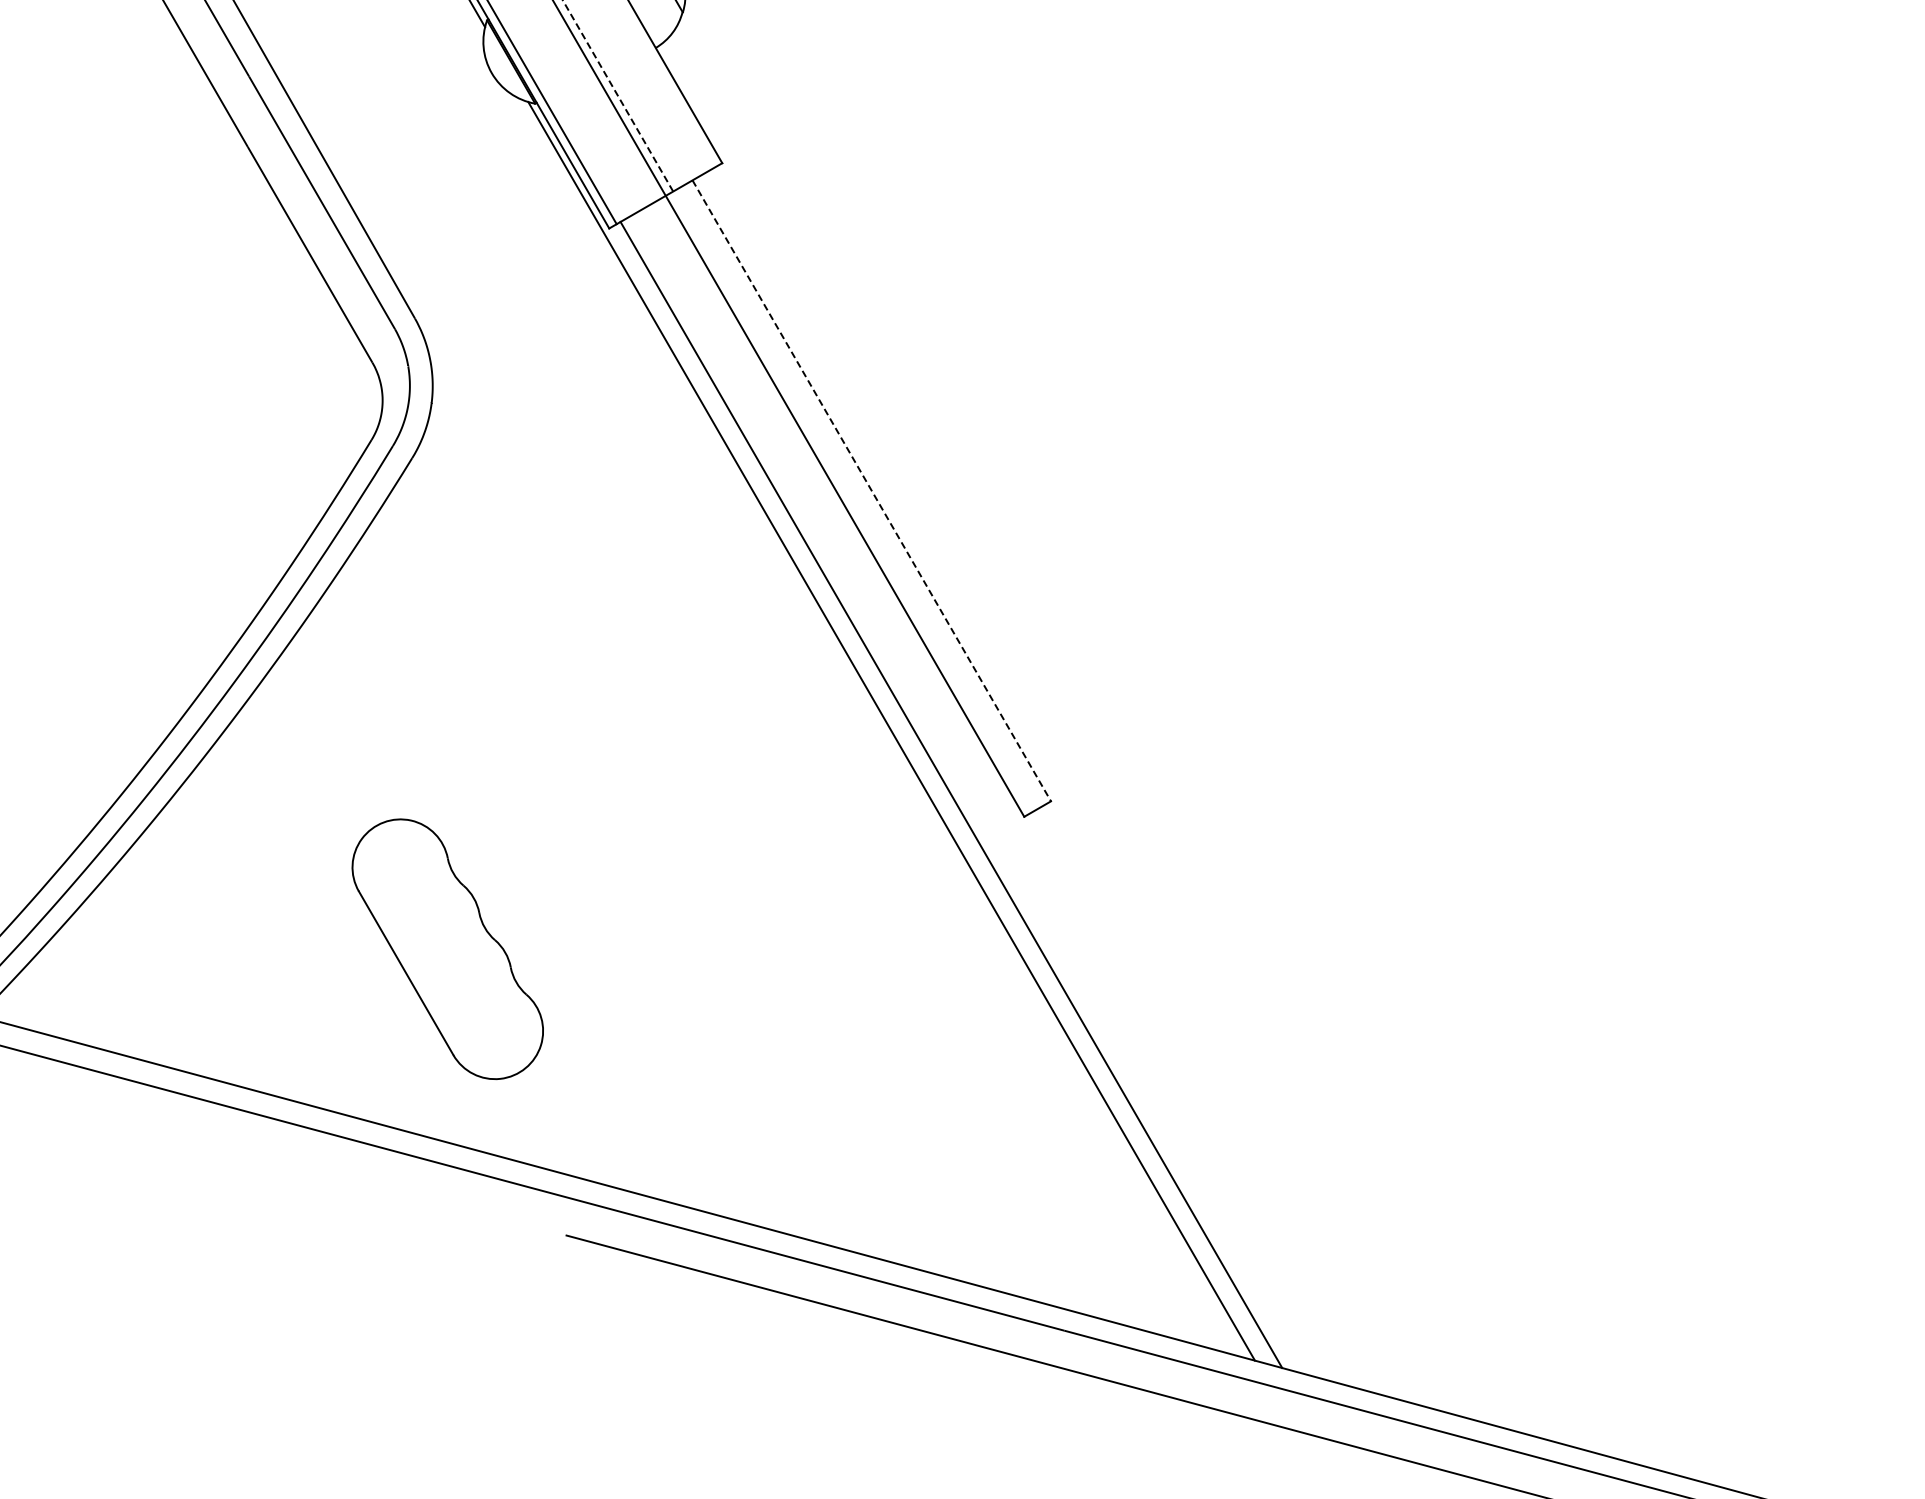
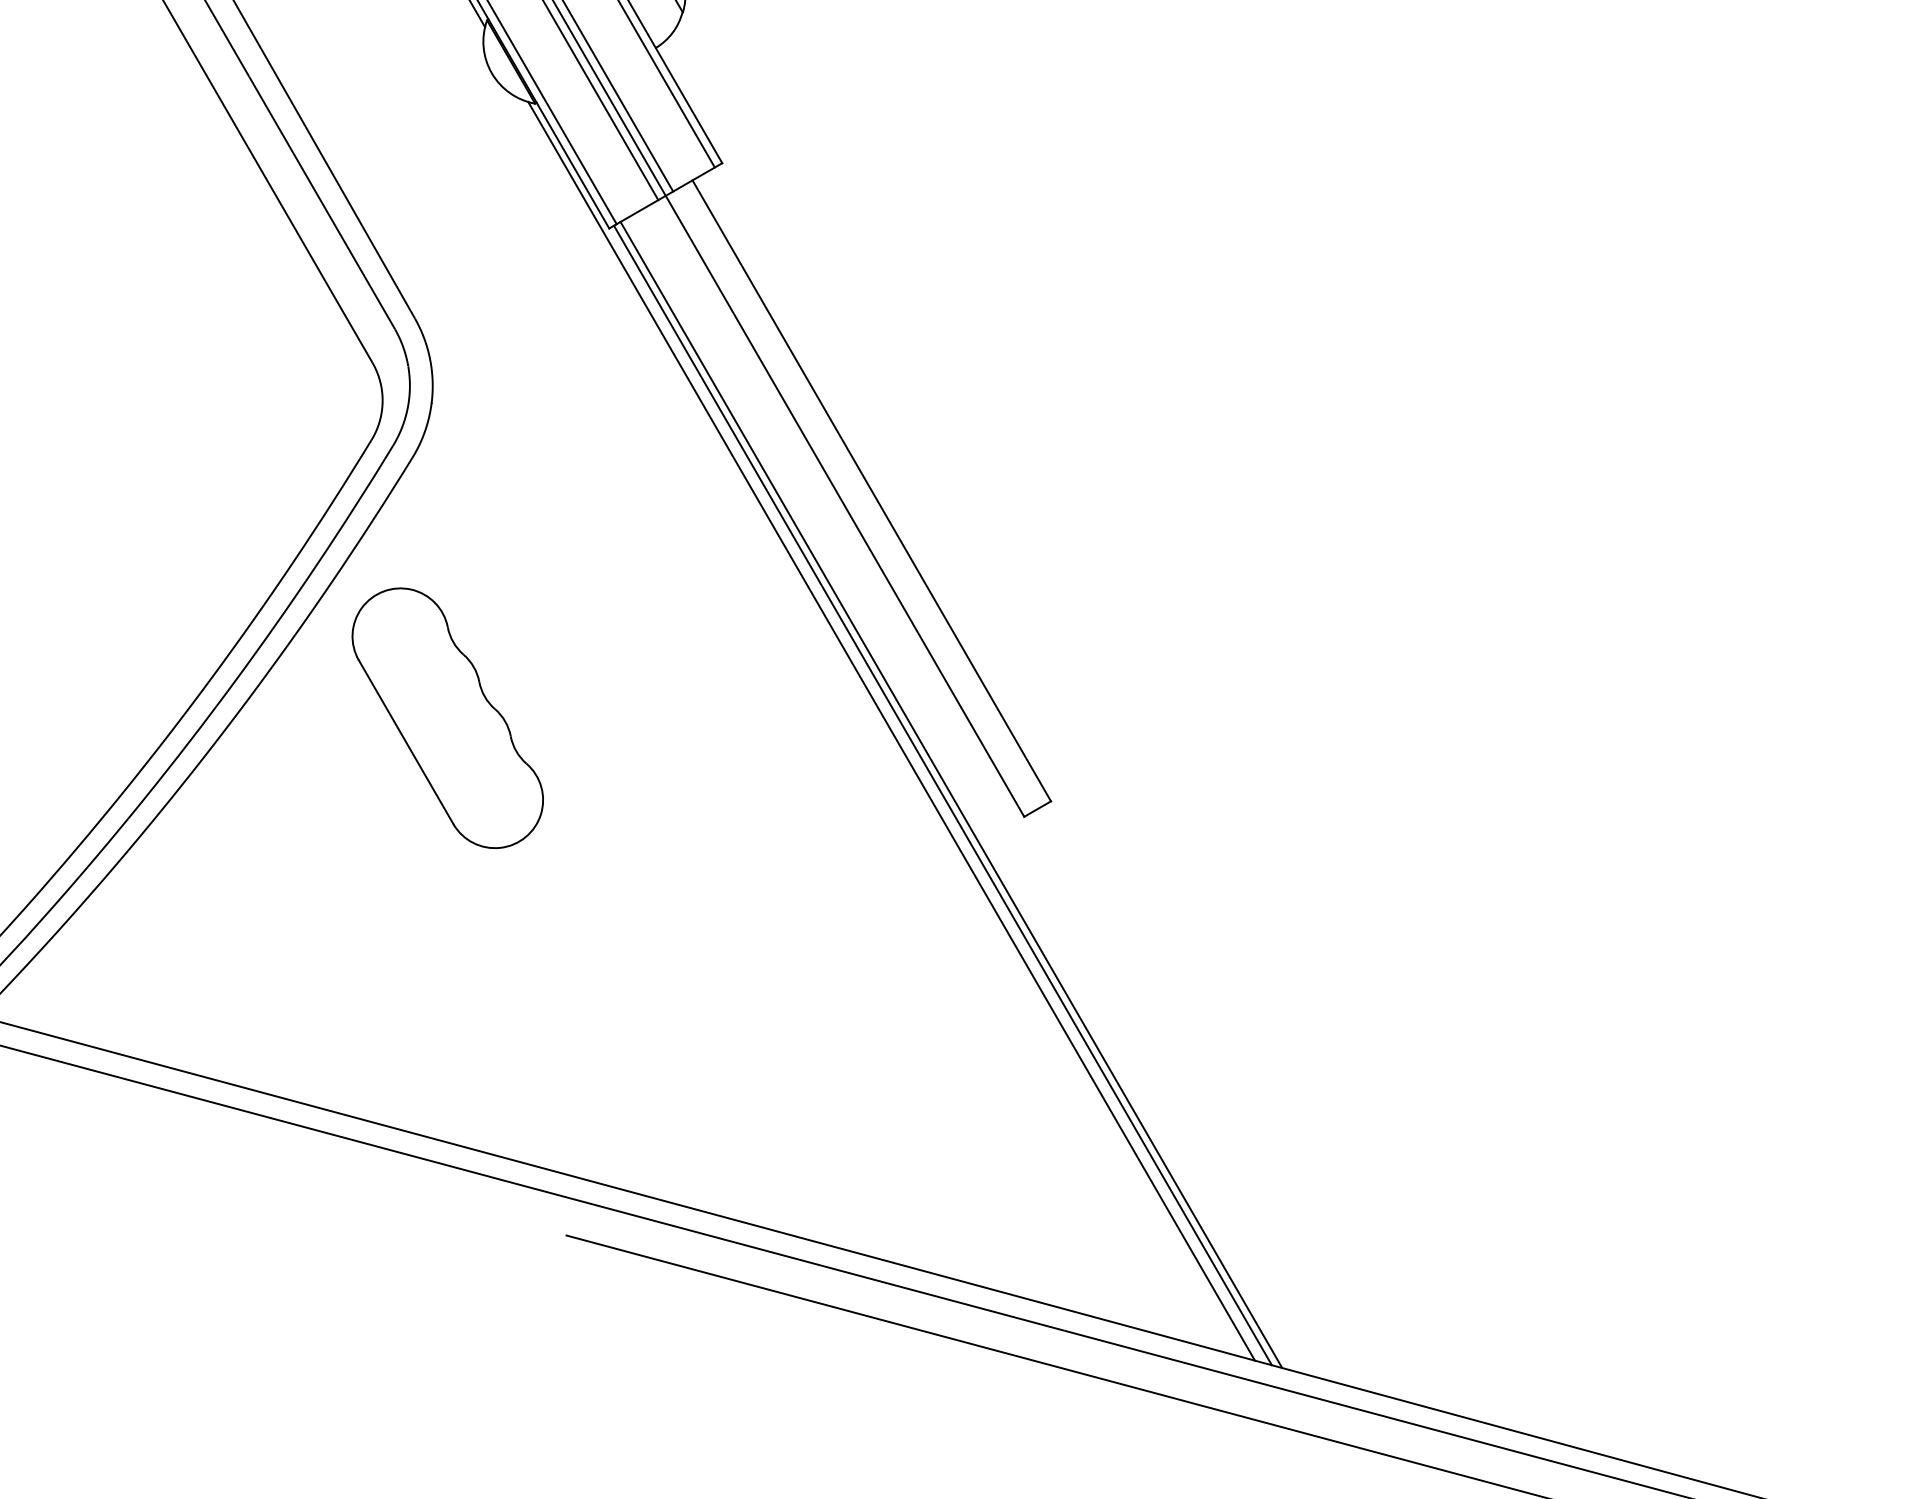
line at (666, 84): none -> present
line at (617, 95): dashed -> solid
line at (601, 101): none -> present
line at (872, 491): dashed -> solid
line at (942, 795): none -> present
part at (447, 949) position: (447, 949) -> (447, 718)
